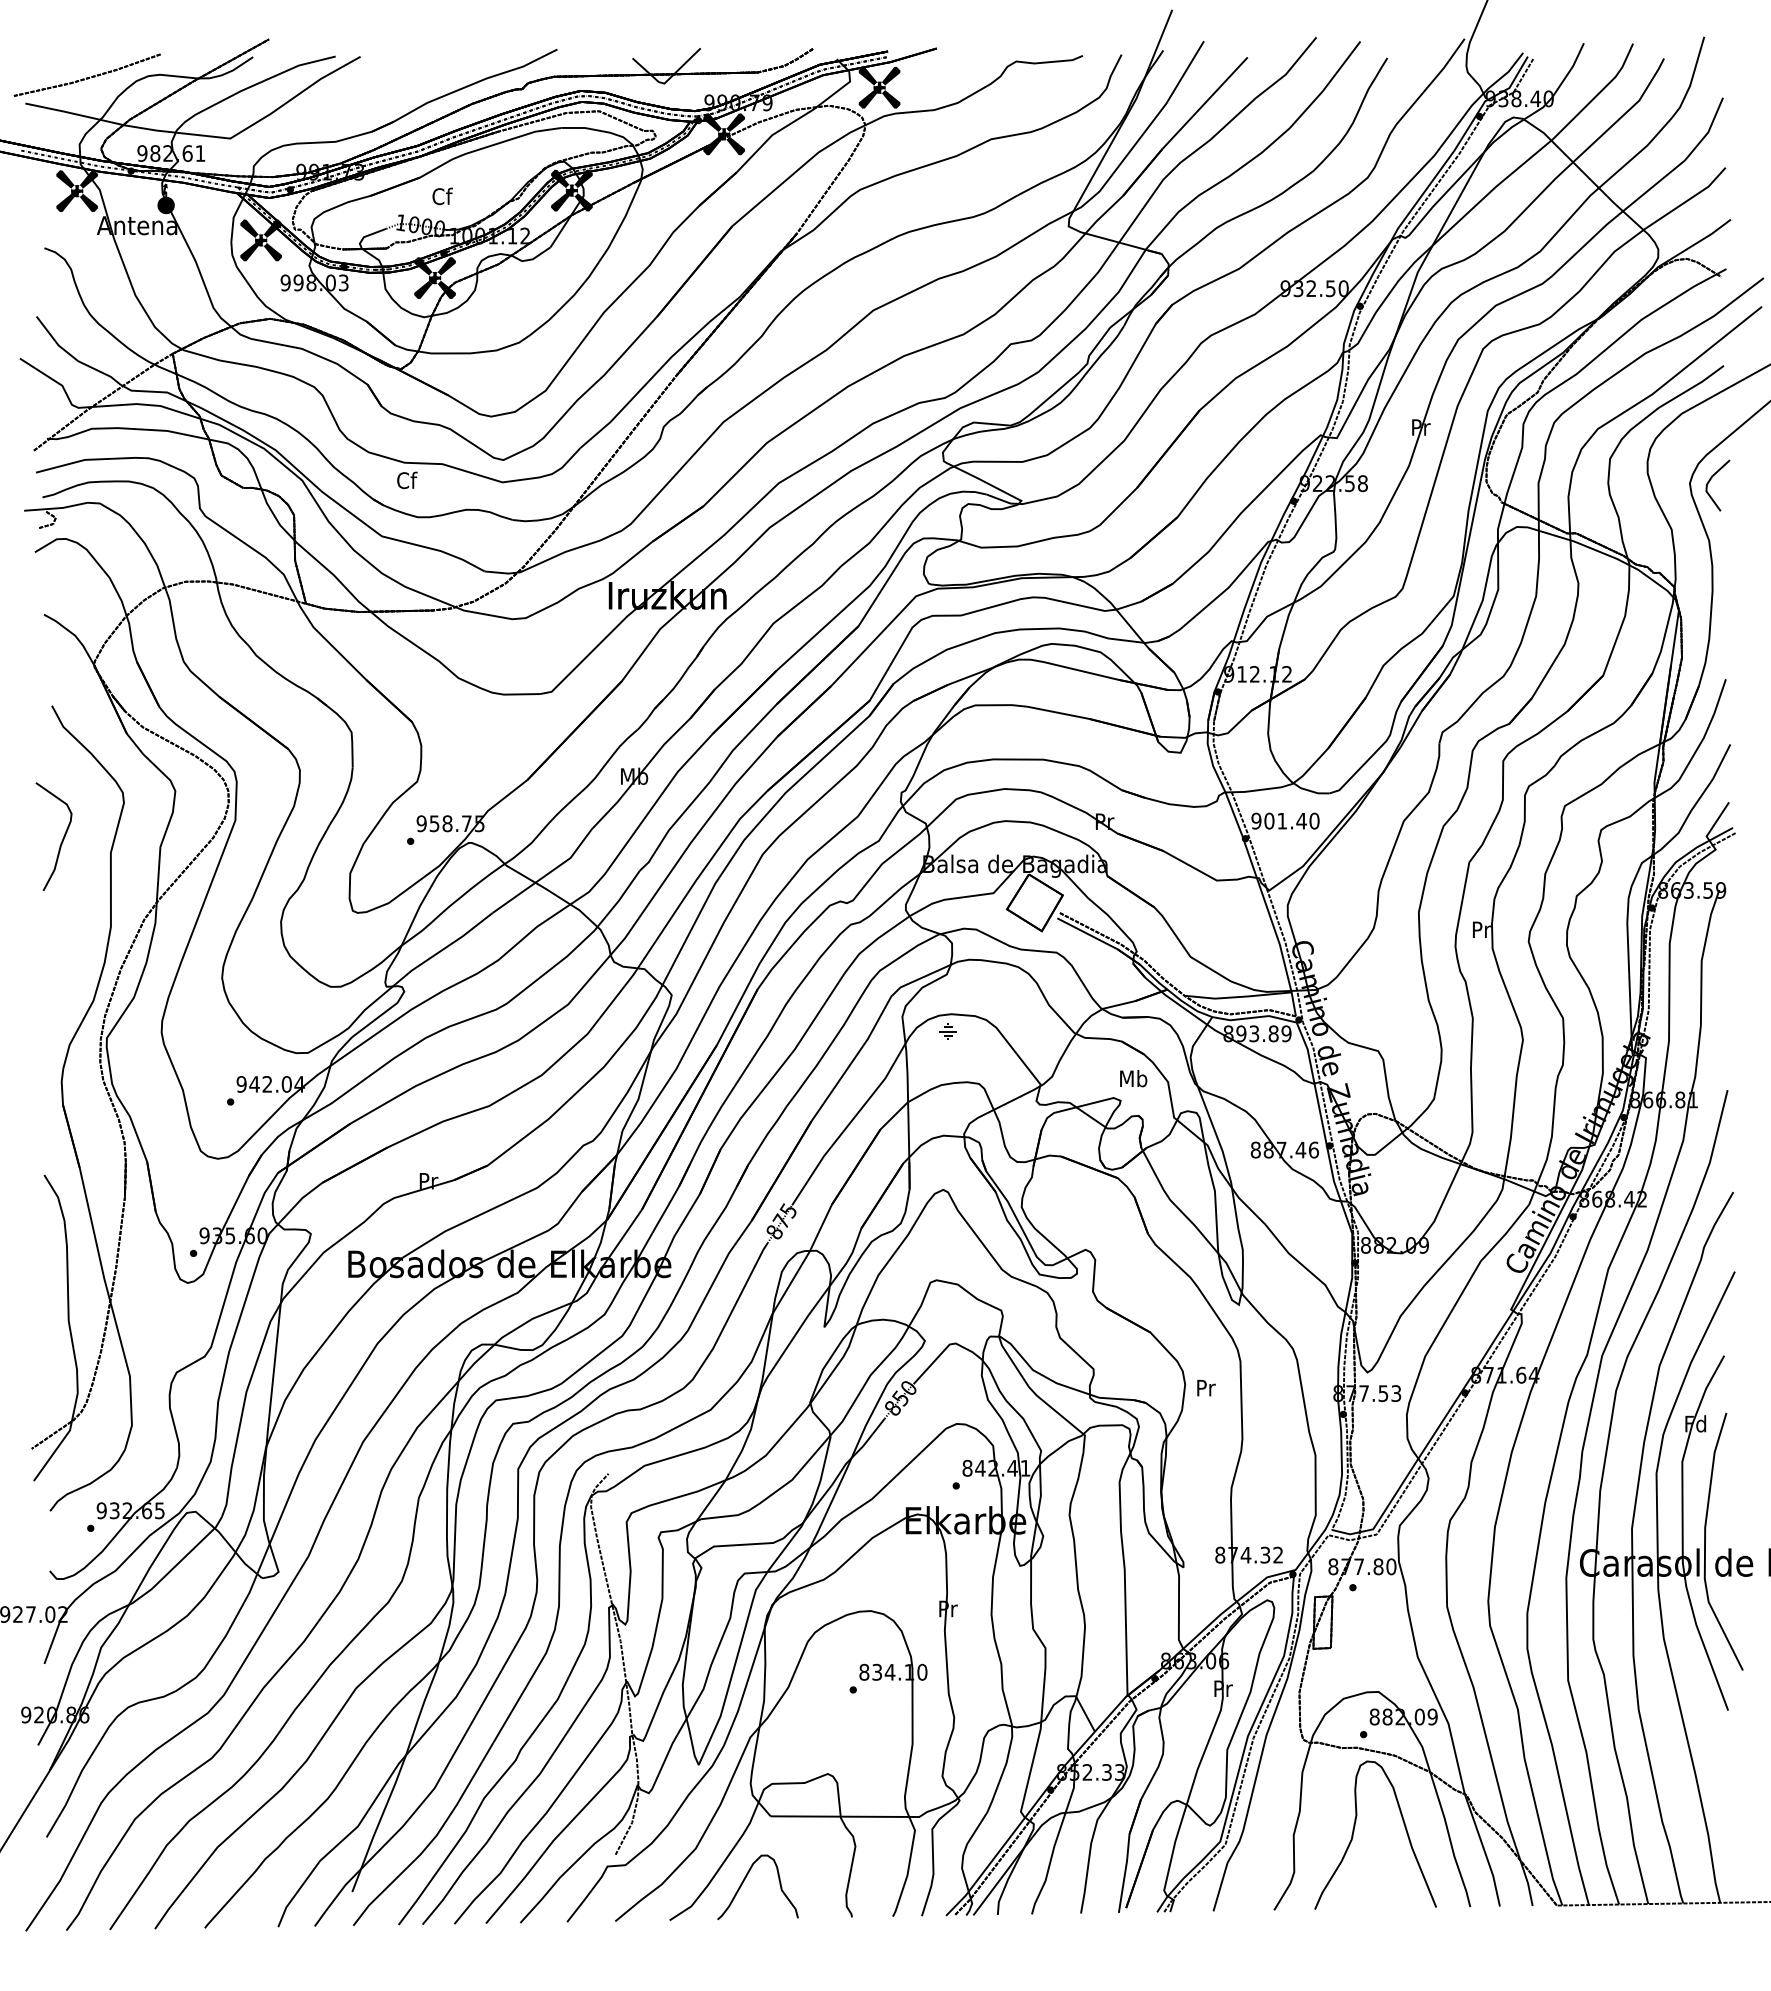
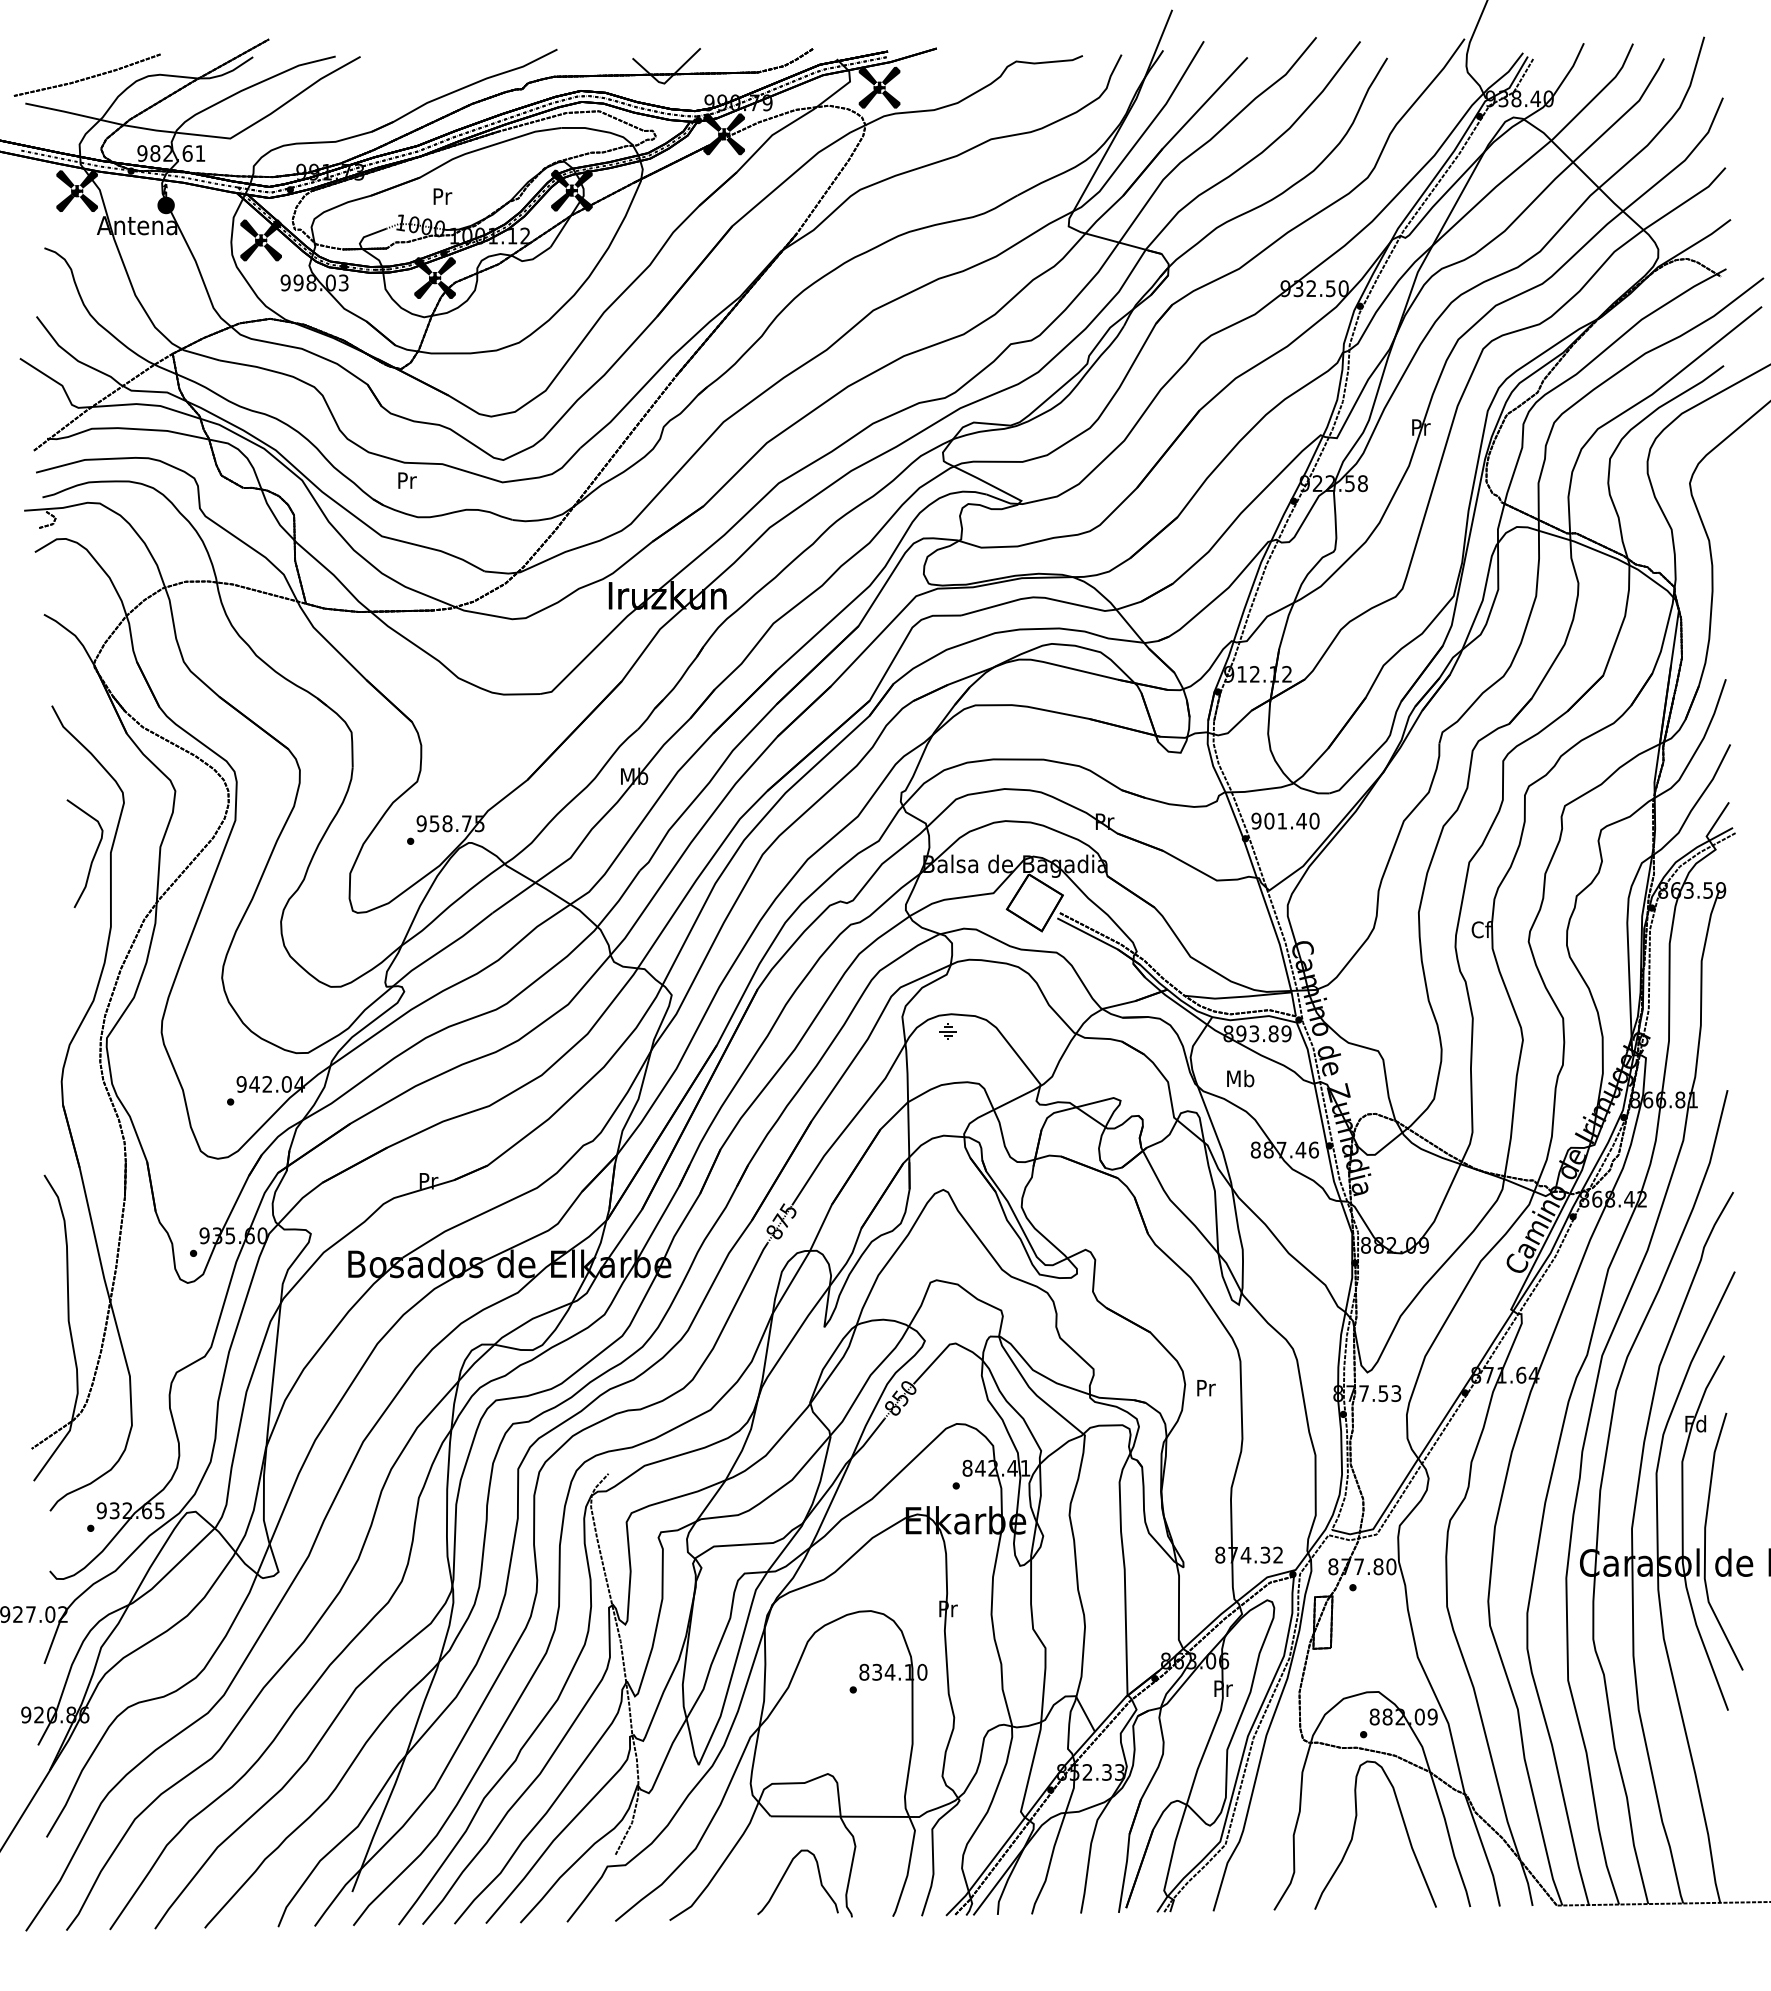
text at (442, 196): Cf -> Pr
text at (407, 480): Cf -> Pr
line at (1710, 481): present -> none
curve at (62, 838) position: (62, 838) -> (93, 855)
text at (1481, 929): Pr -> Cf
text at (1133, 1078) position: (1133, 1078) -> (1240, 1078)
curve at (744, 1881) position: (744, 1881) -> (784, 1876)
